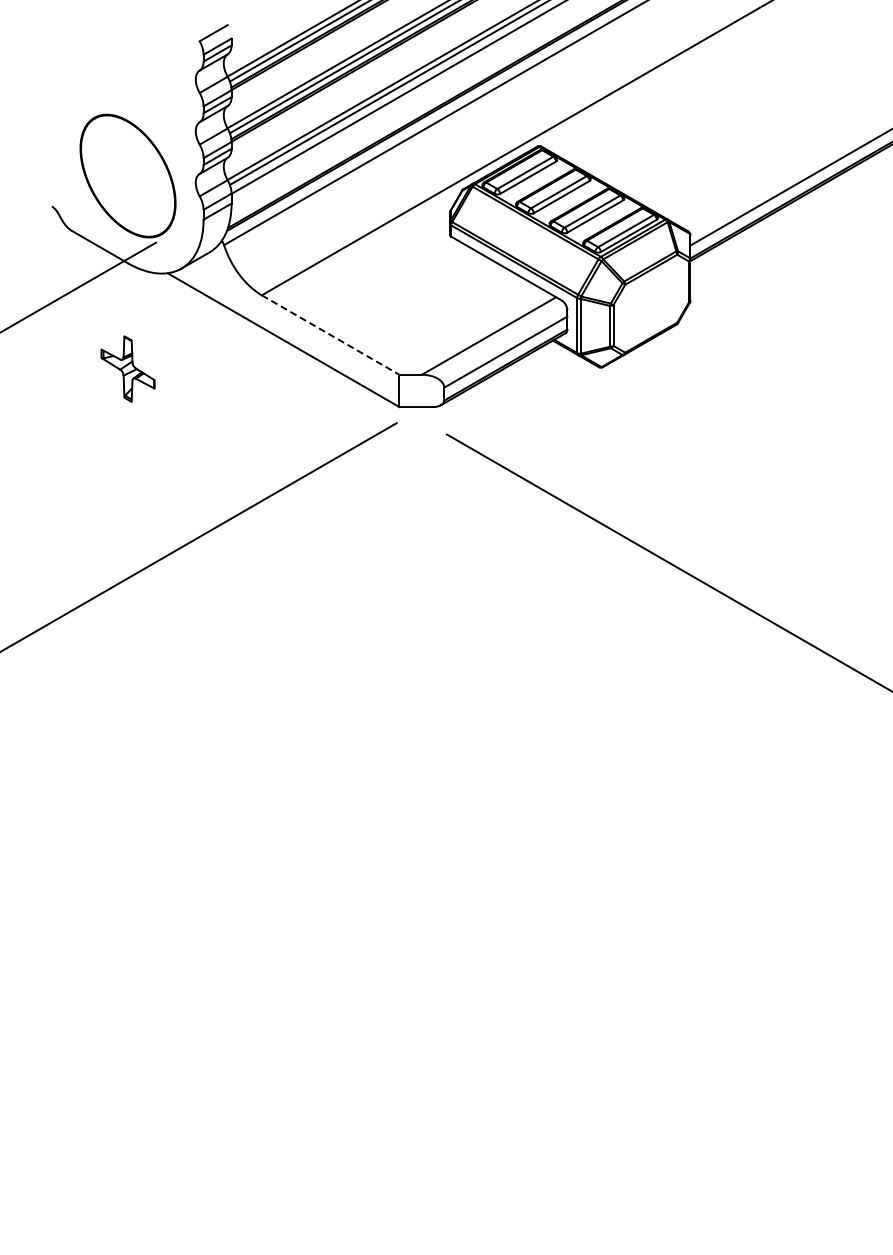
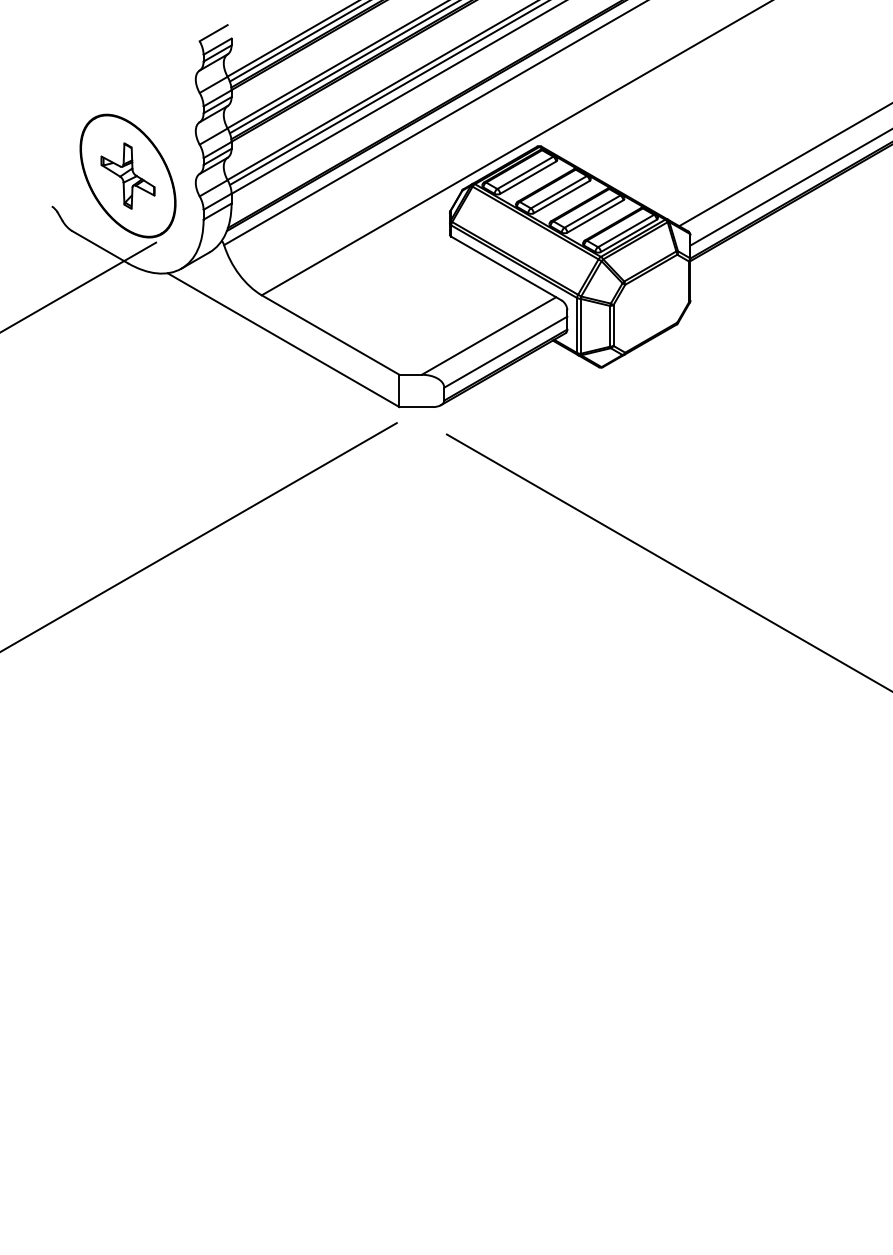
line at (784, 165): none -> present
line at (331, 335): dashed -> solid
part at (127, 368) position: (127, 368) -> (127, 175)
